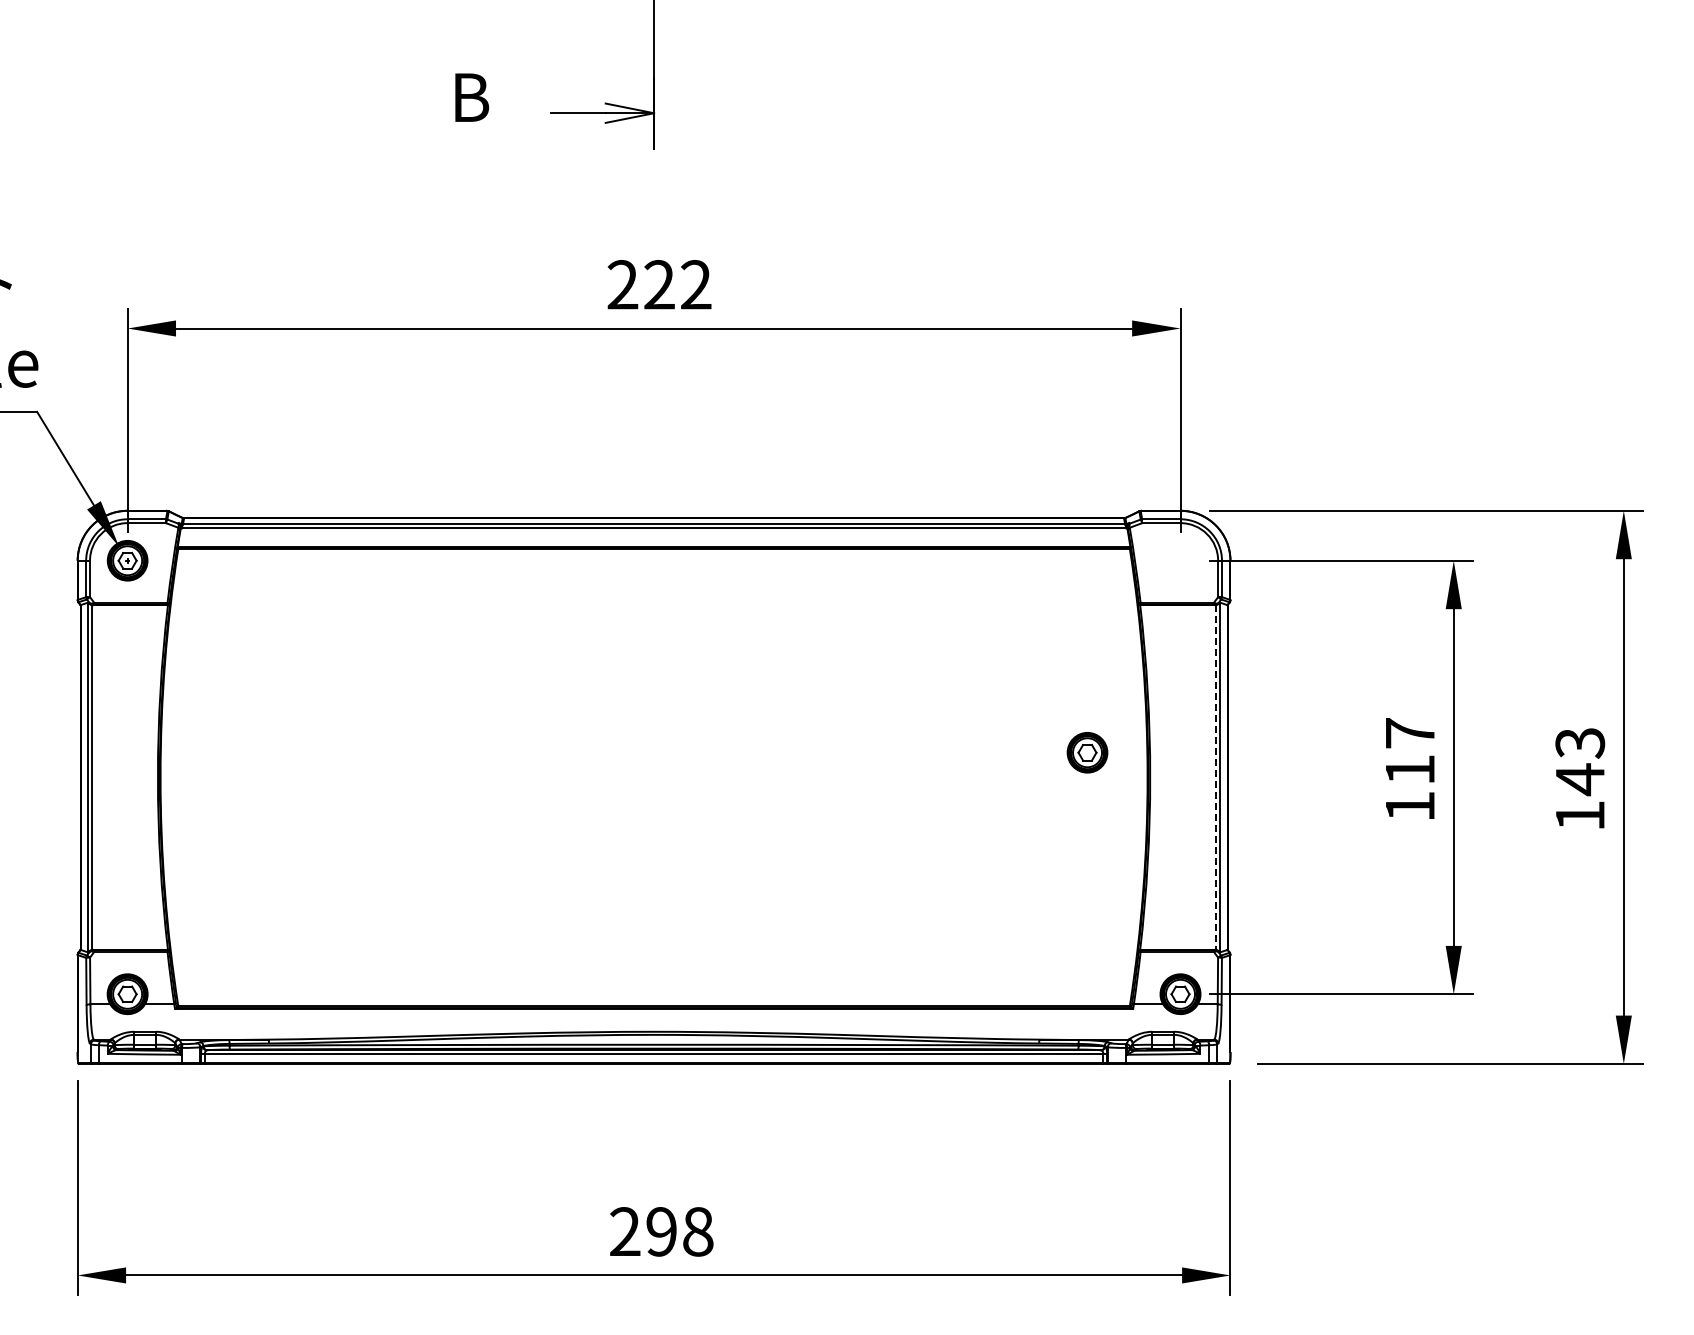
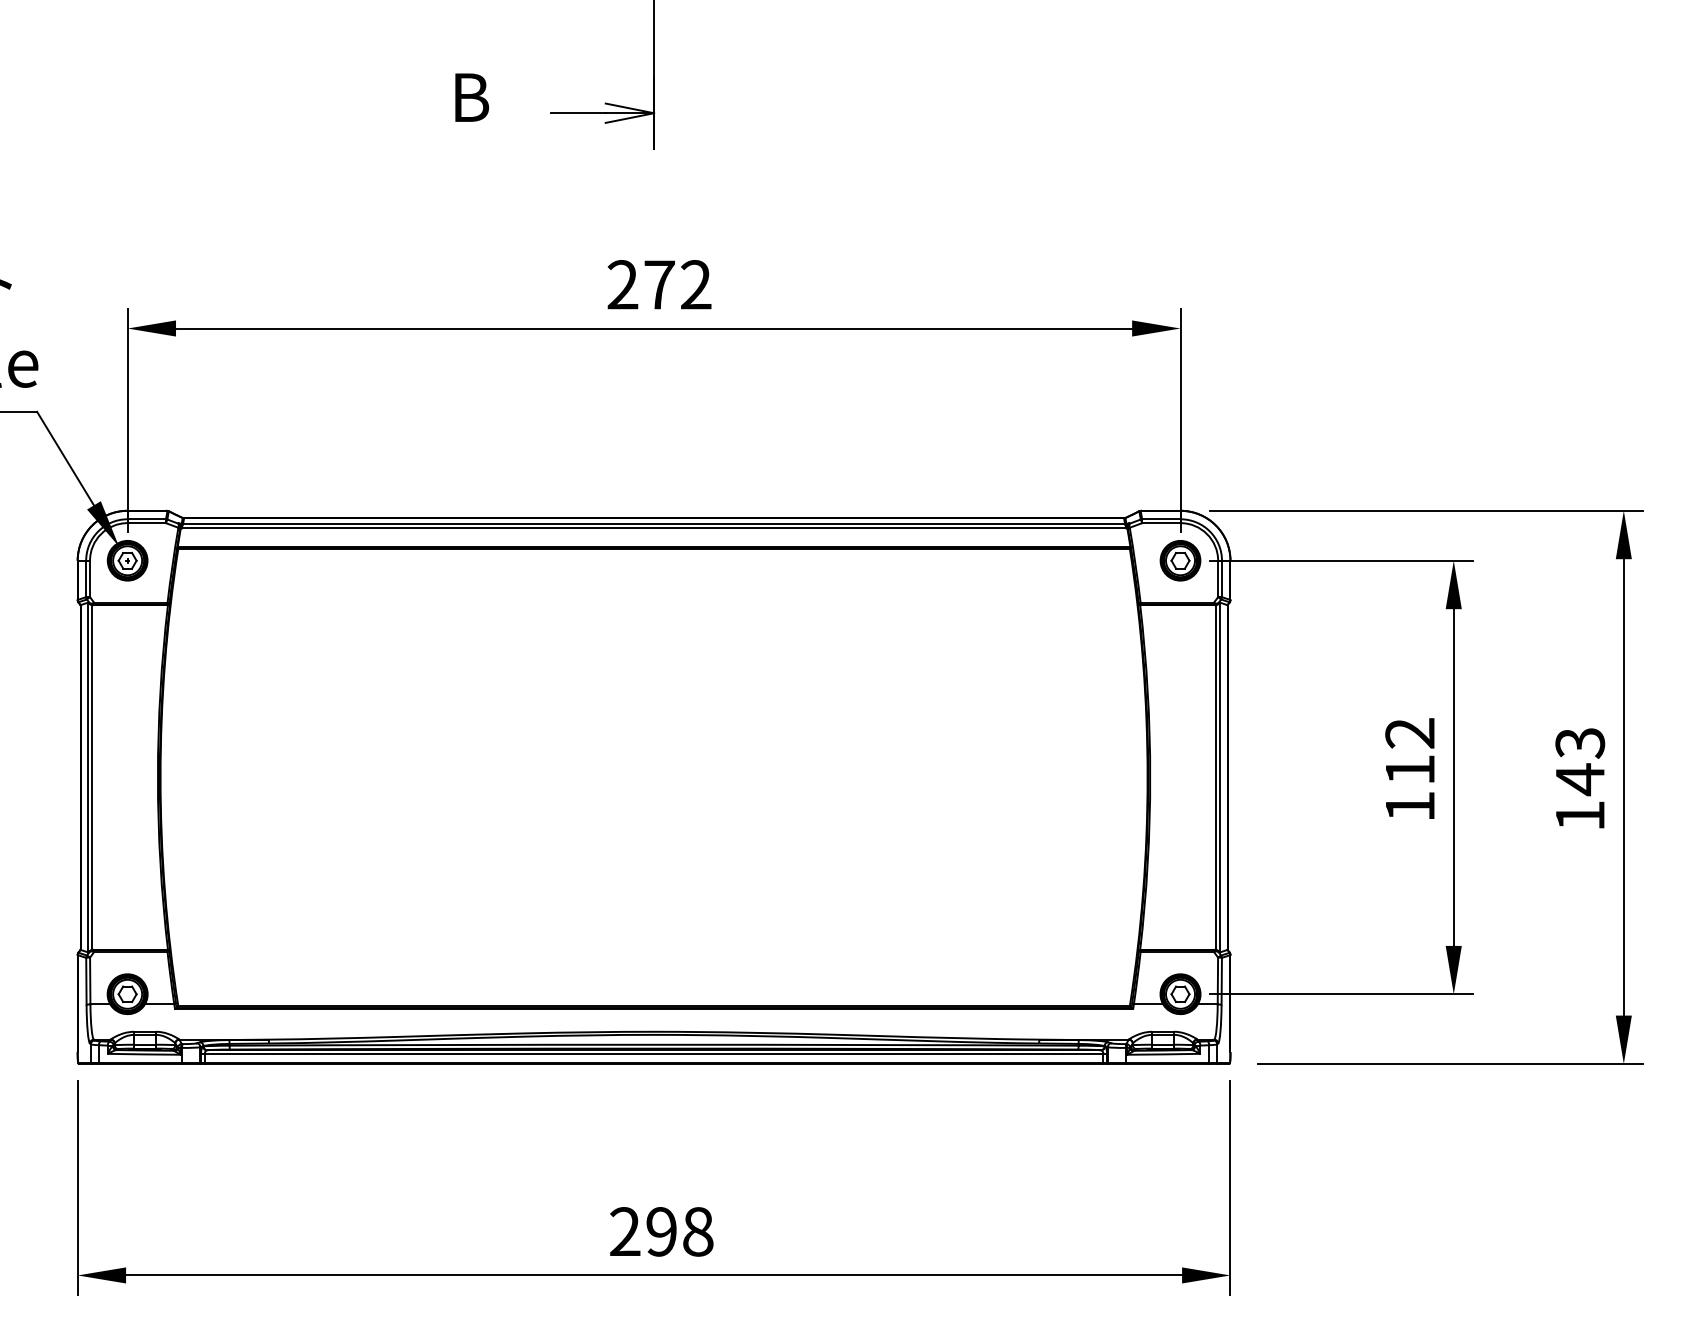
text at (659, 284): 222 -> 272
text at (1409, 733): 117 -> 112
part at (1087, 752) position: (1087, 752) -> (1180, 560)
line at (1215, 778): dashed -> solid
